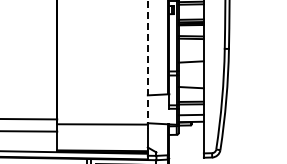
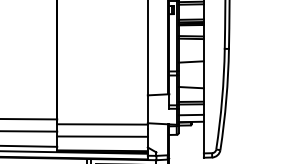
line at (147, 64): dashed -> solid
line at (102, 136): none -> present
line at (29, 145): none -> present
